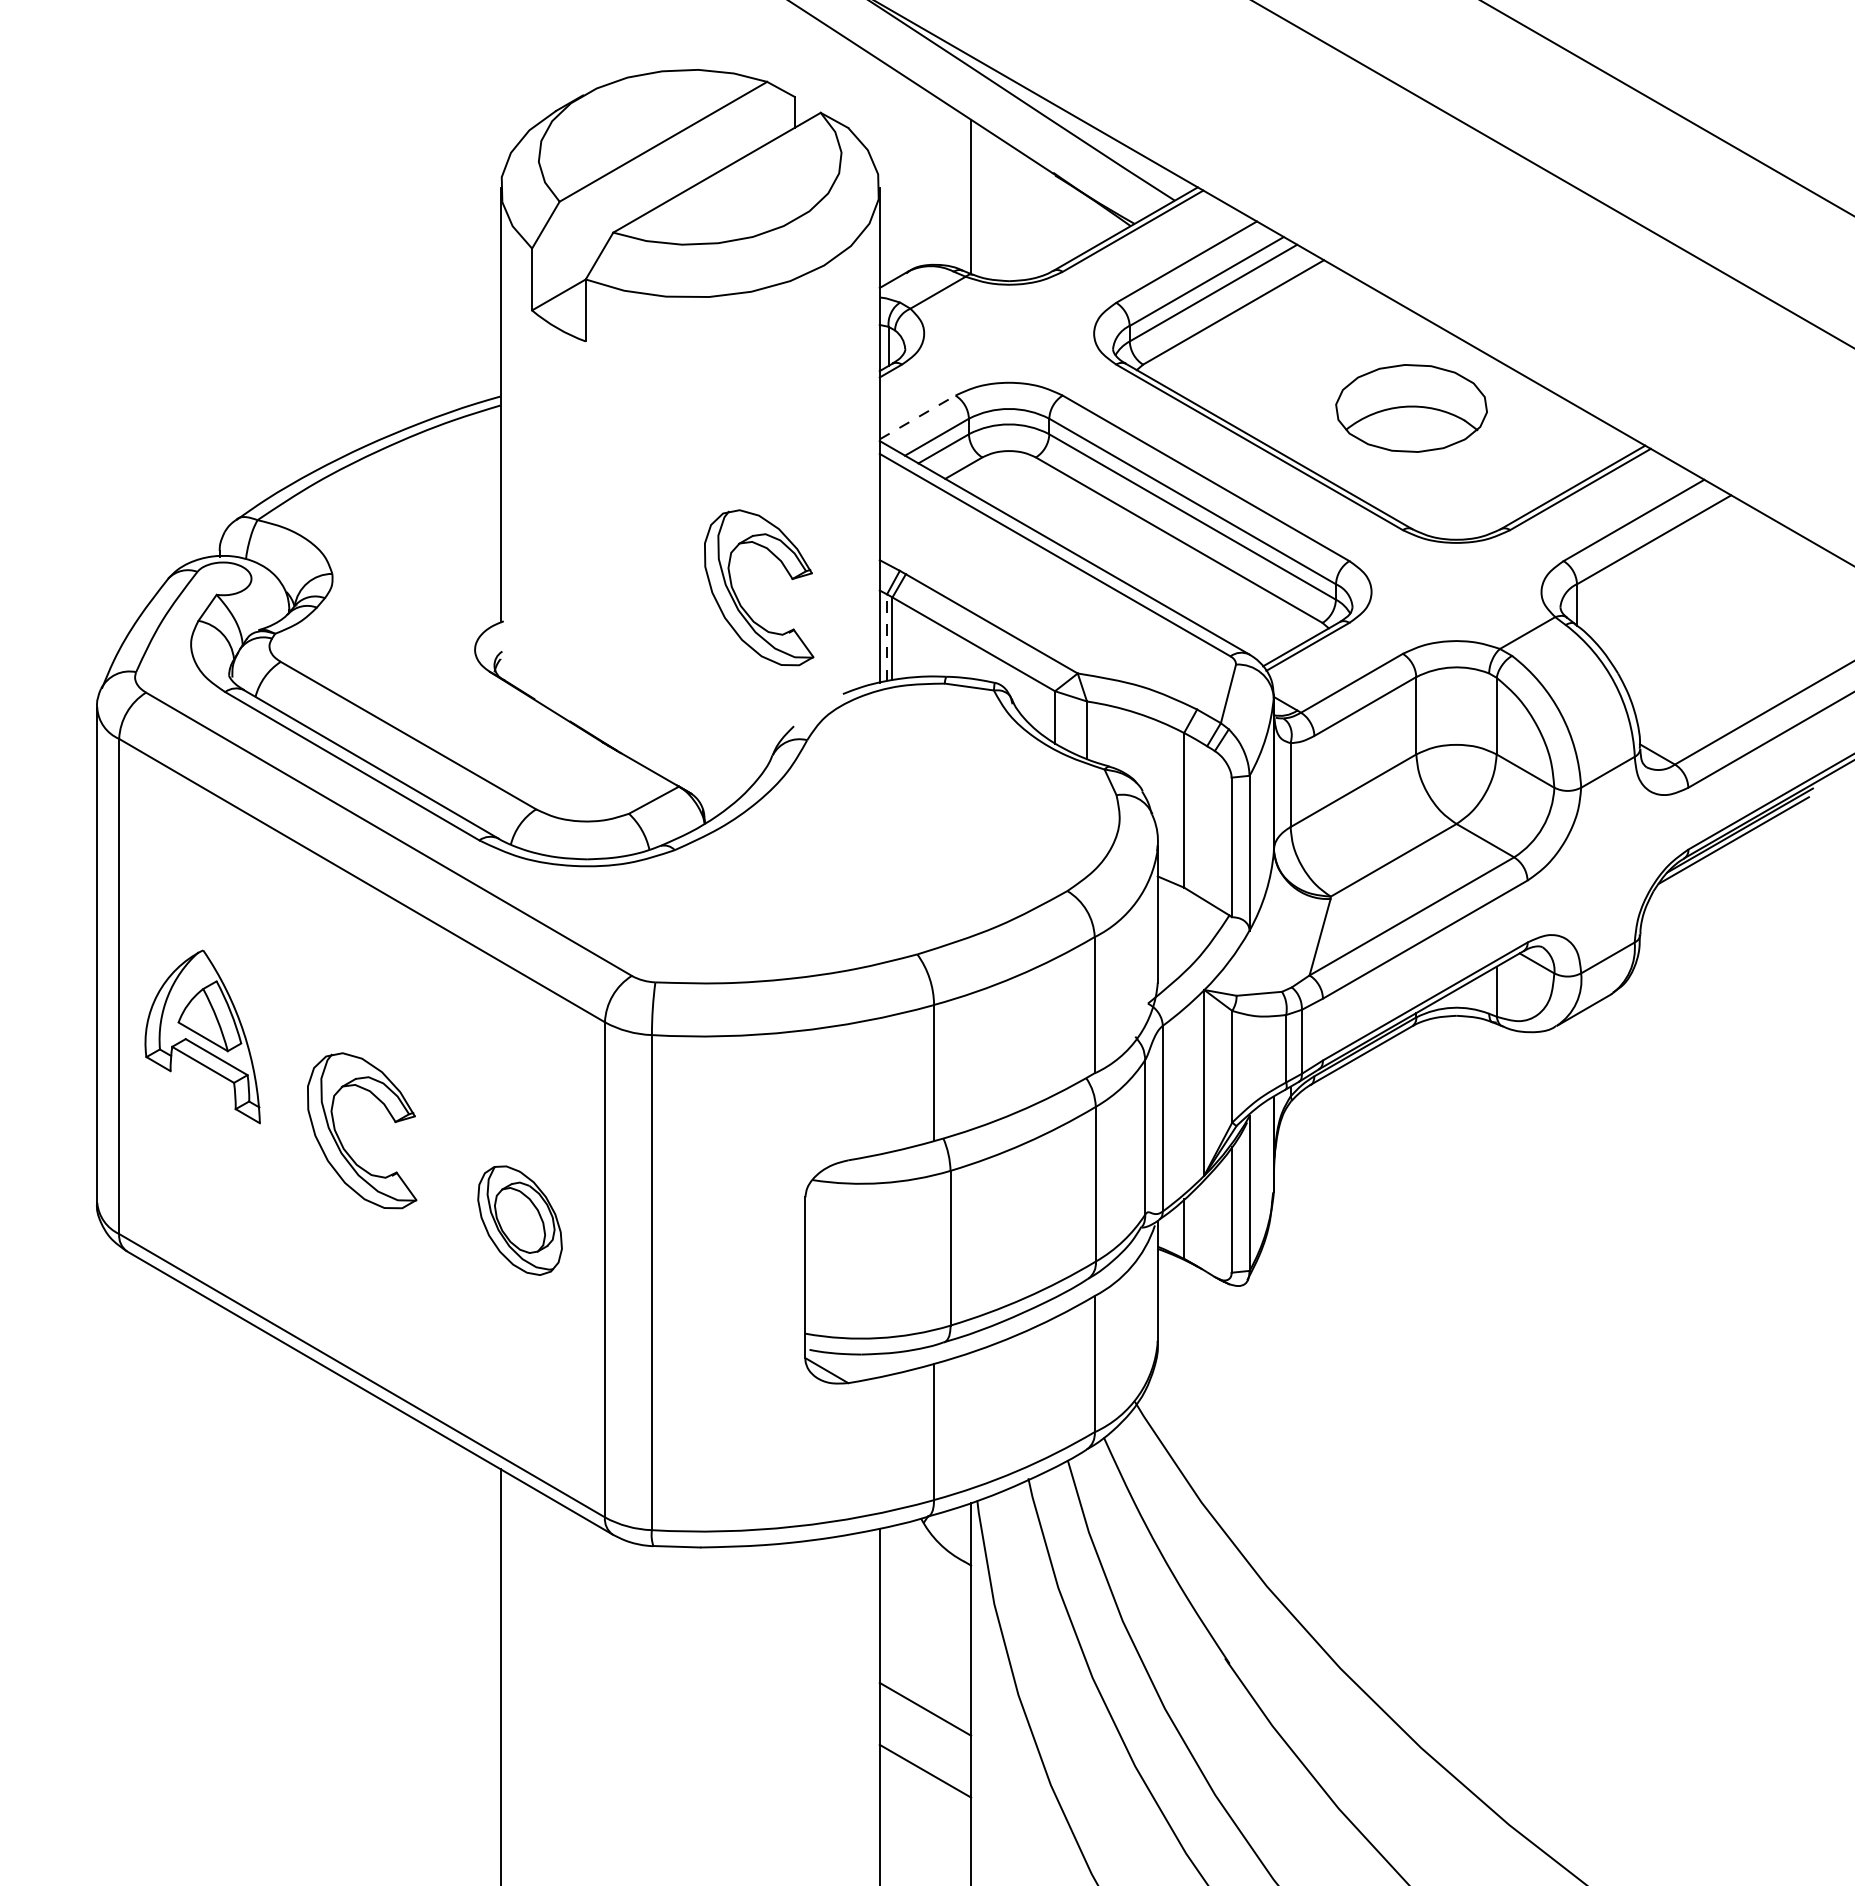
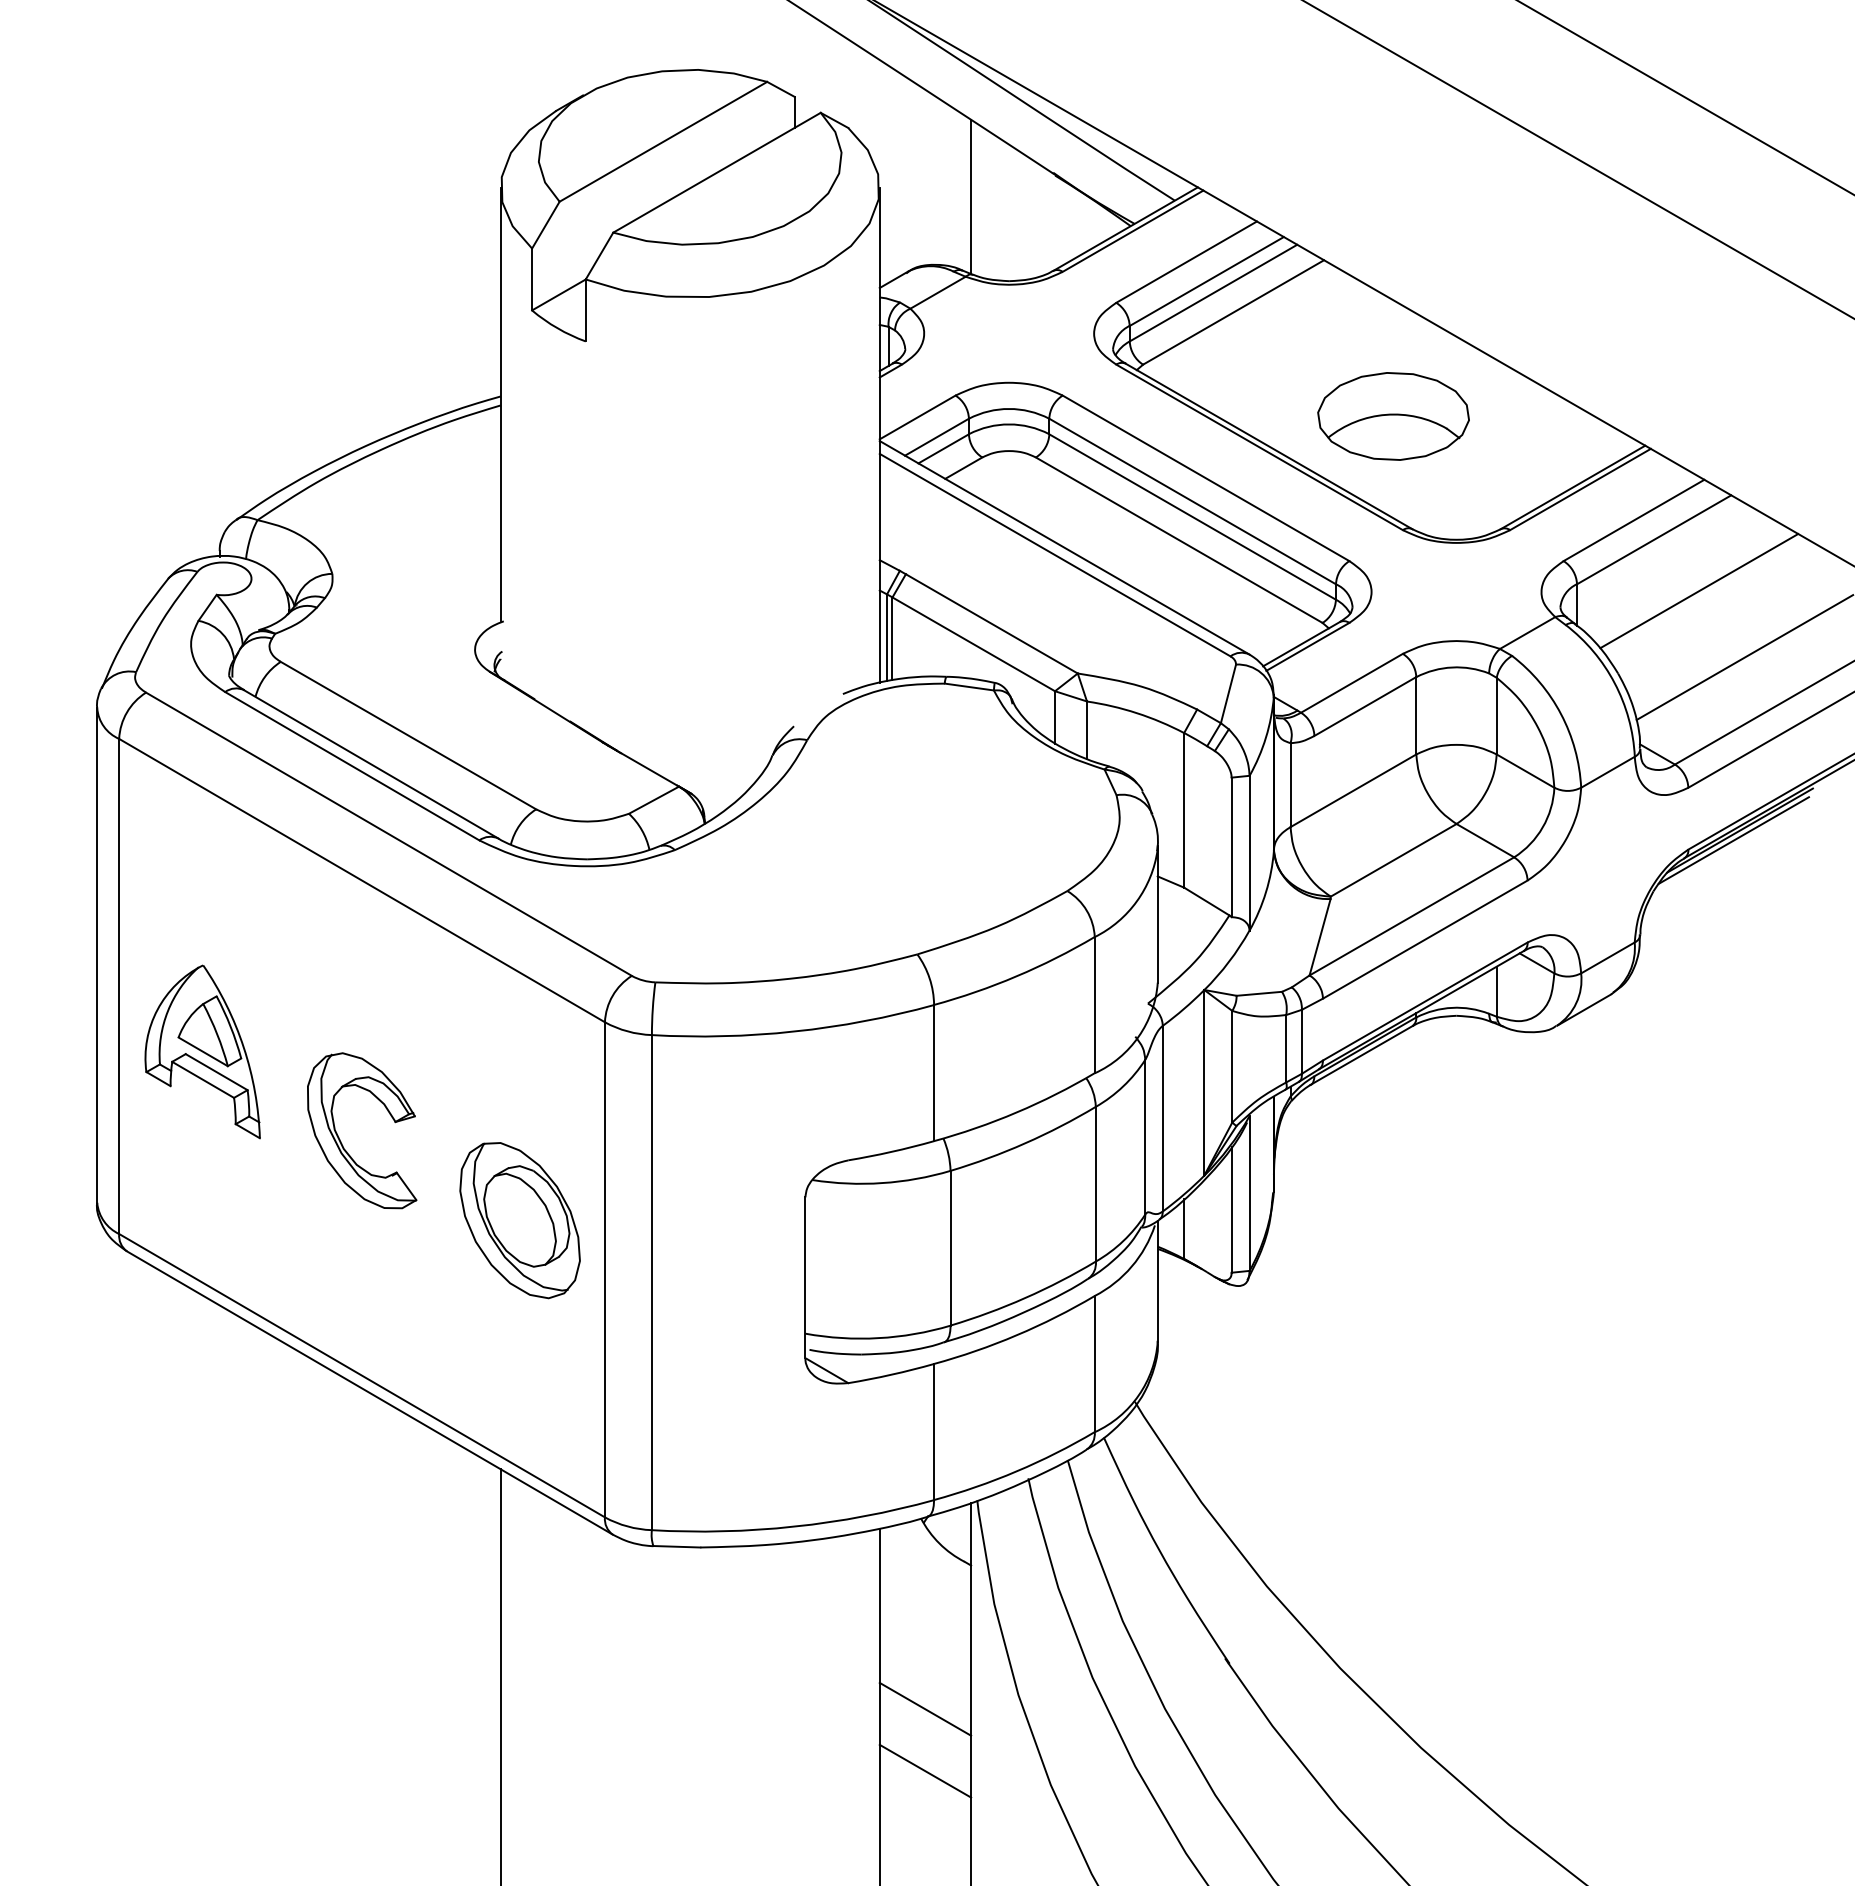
line at (1667, 108) position: (1667, 108) -> (1685, 97)
line at (1553, 174) position: (1553, 174) -> (1578, 159)
part at (1411, 408) position: (1411, 408) -> (1393, 416)
line at (917, 417): dashed -> solid
line at (1699, 591): none -> present
part at (738, 598): present -> none
line at (887, 637): dashed -> solid
line at (1743, 658): none -> present
part at (202, 1036) position: (202, 1036) -> (202, 1051)
part at (519, 1220) size: 86x111 px -> 122x158 px
